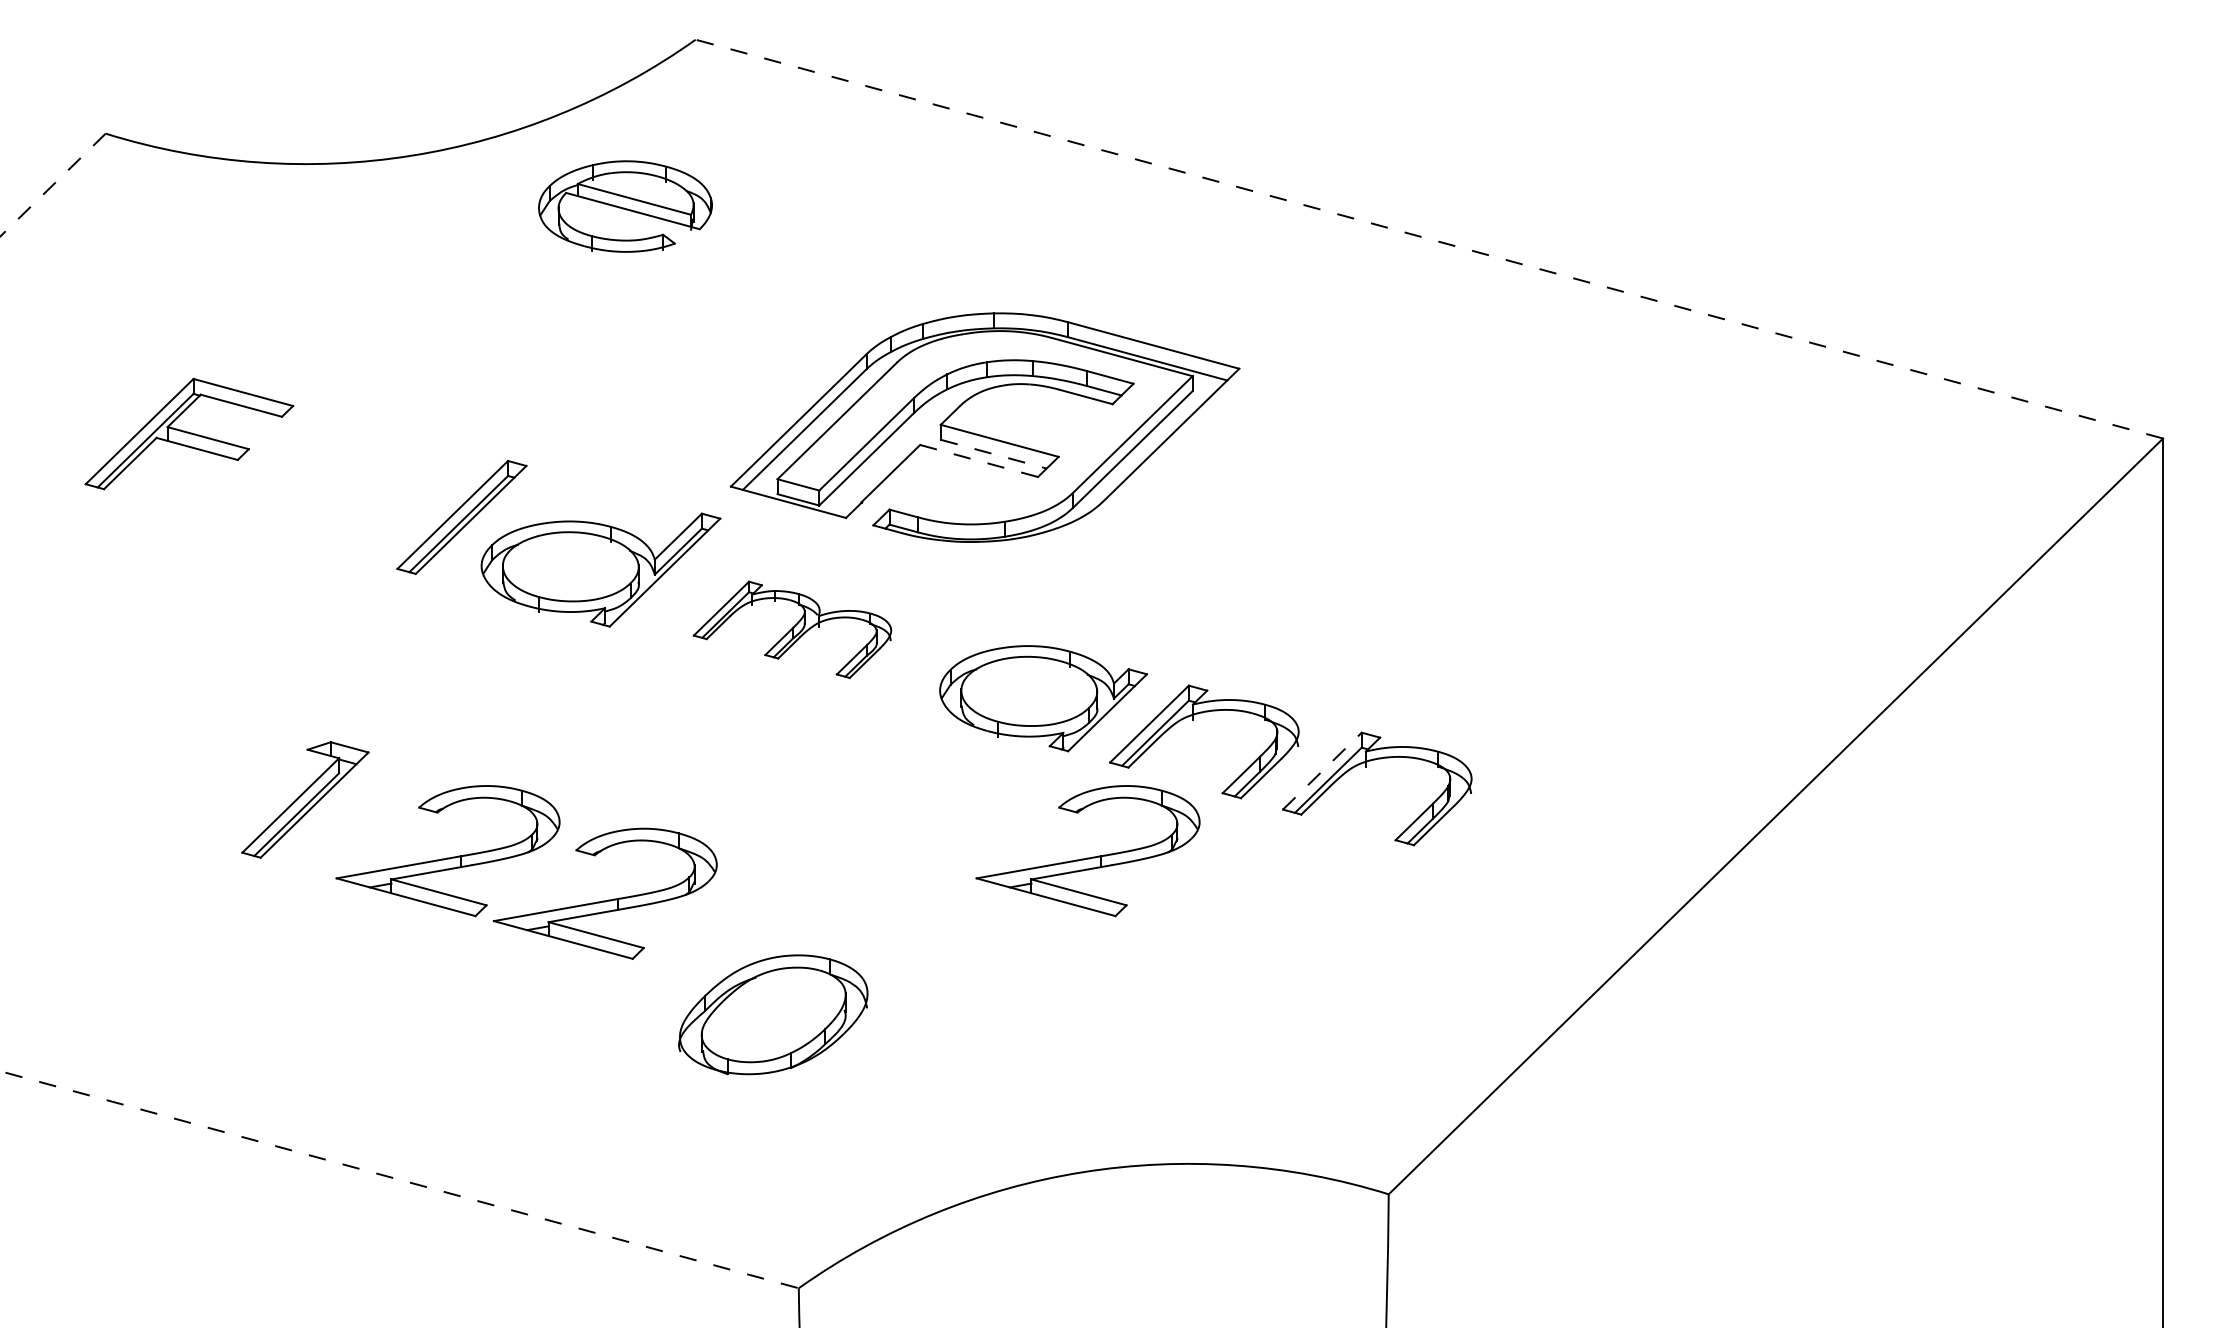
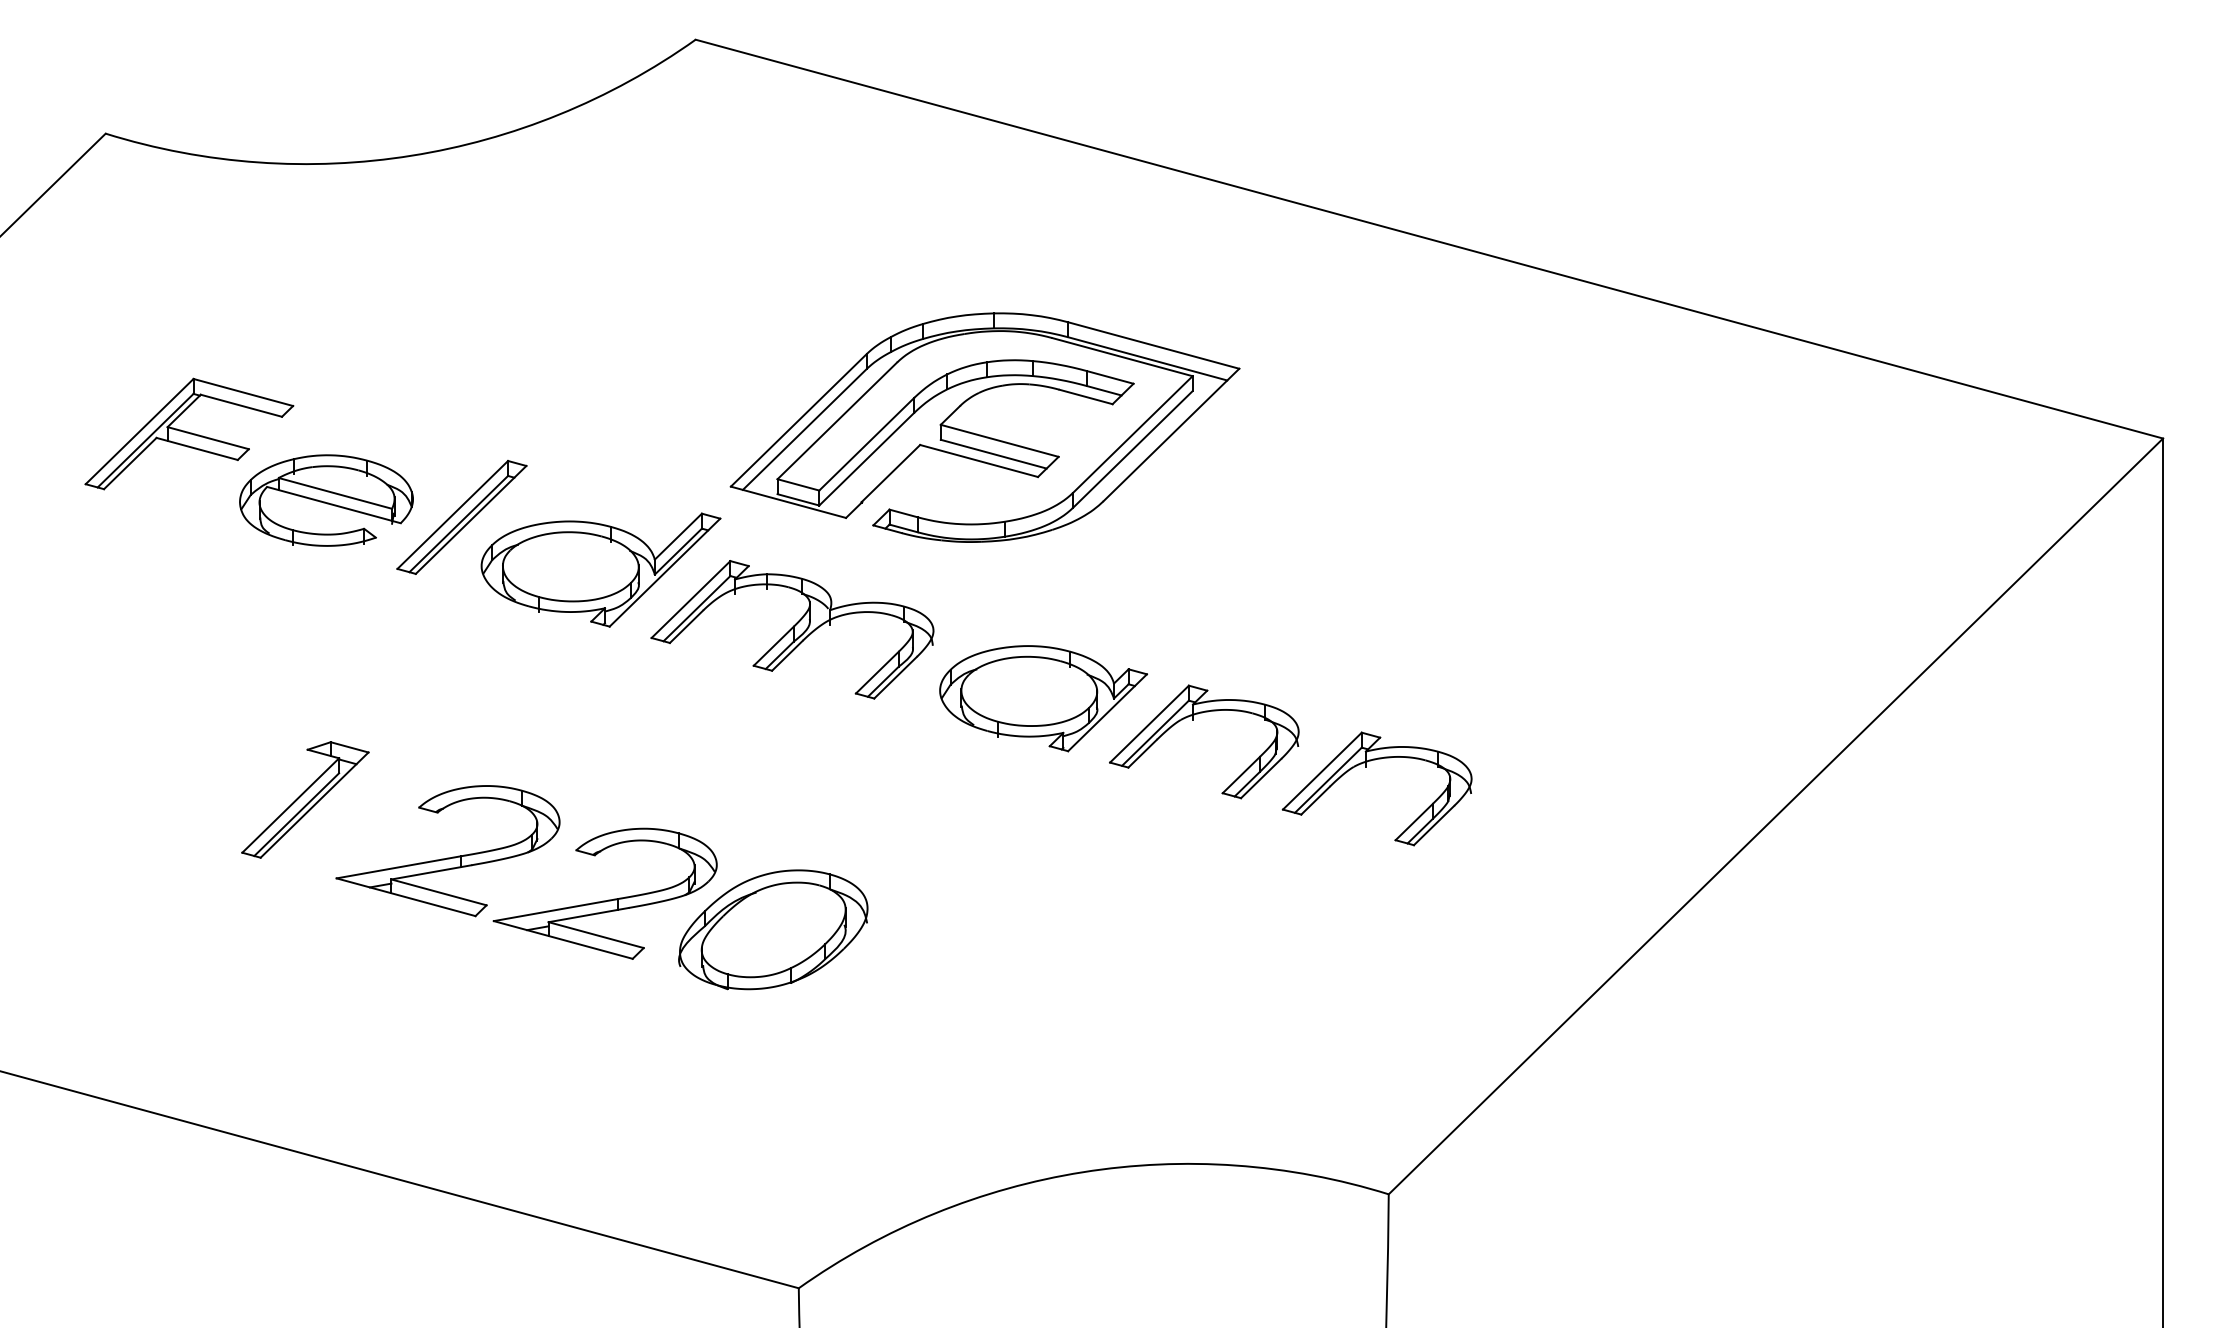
line at (52, 185): dashed -> solid
part at (625, 206) position: (625, 206) -> (326, 500)
line at (1428, 238): dashed -> solid
line at (993, 454): dashed -> solid
line at (978, 460): dashed -> solid
part at (792, 629) size: 201x99 px -> 285x140 px
line at (1322, 770): dashed -> solid
part at (1087, 851): present -> none
part at (773, 1014) position: (773, 1014) -> (773, 929)
line at (400, 1179): dashed -> solid
